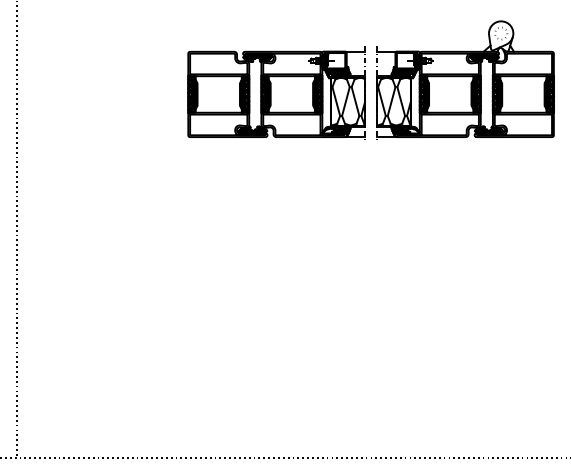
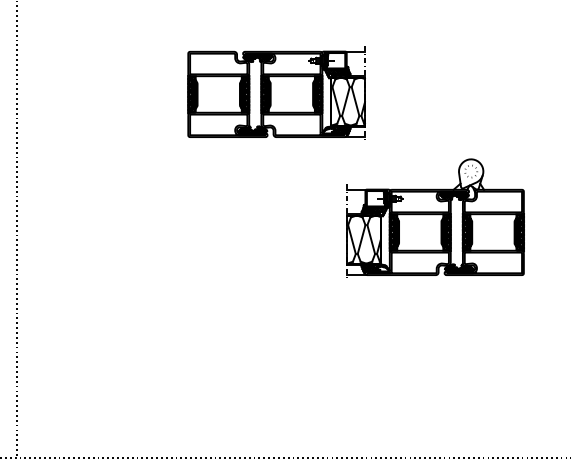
part at (465, 79) position: (465, 79) -> (435, 217)
